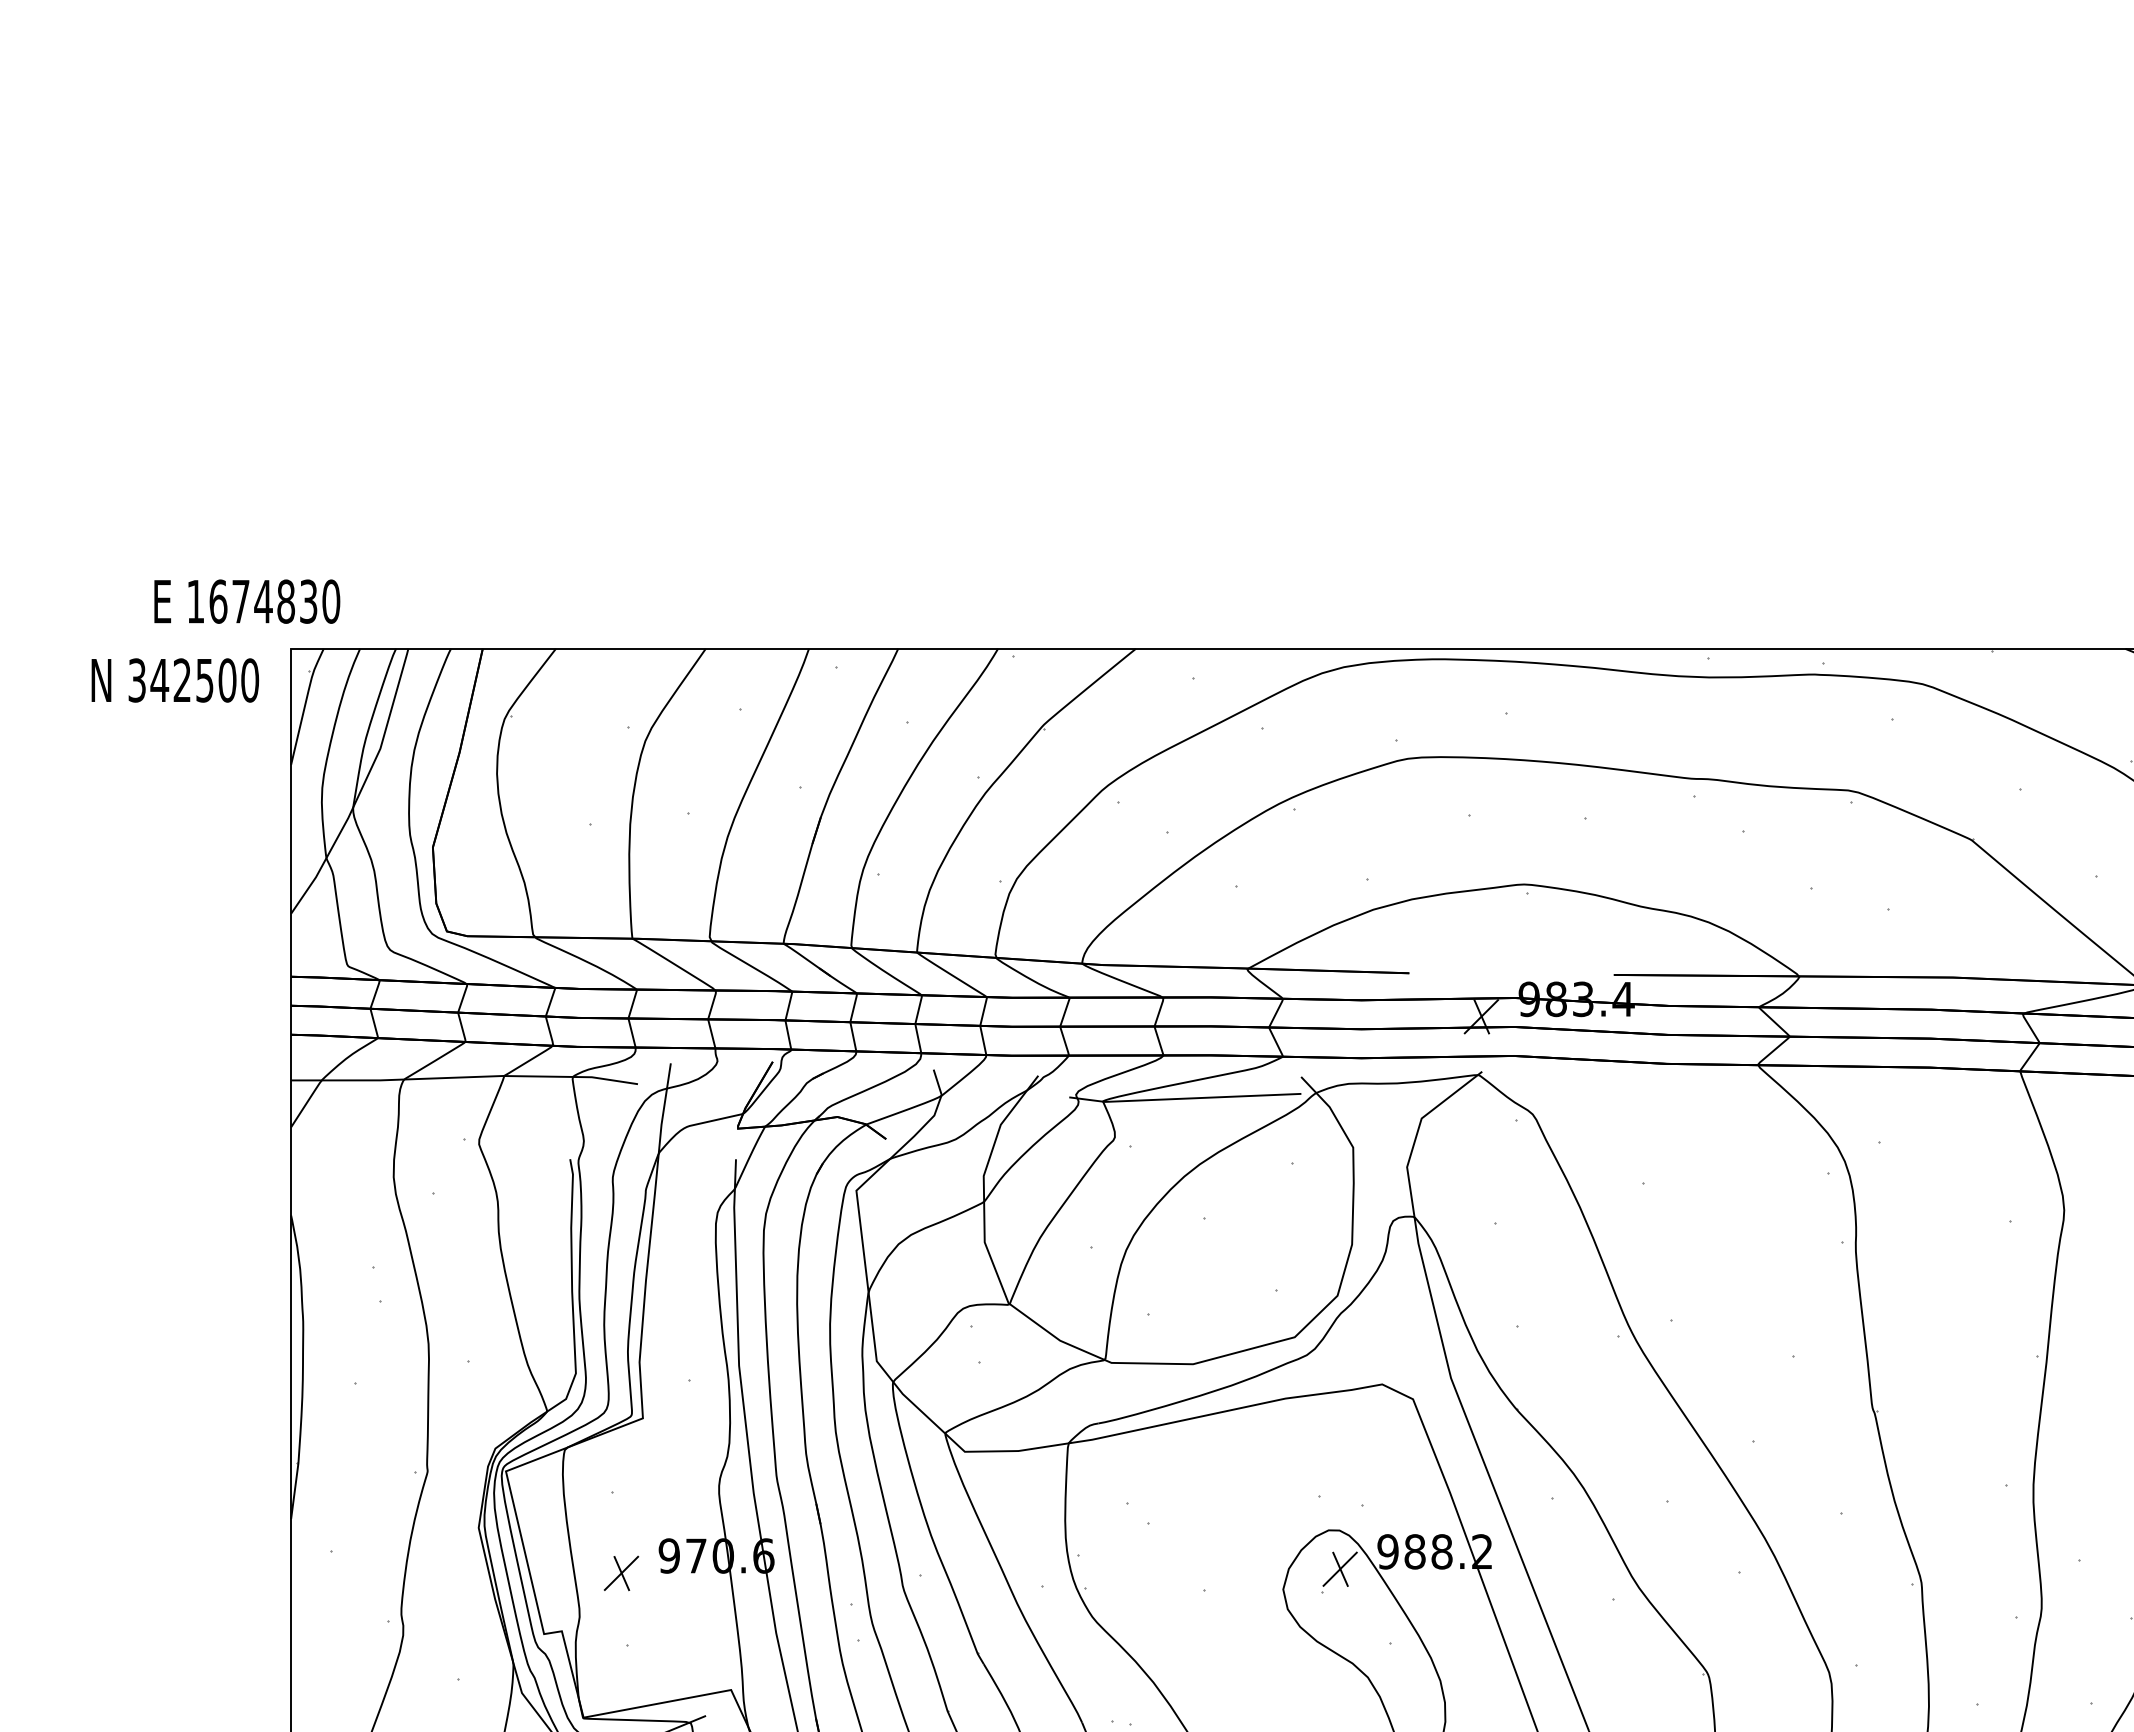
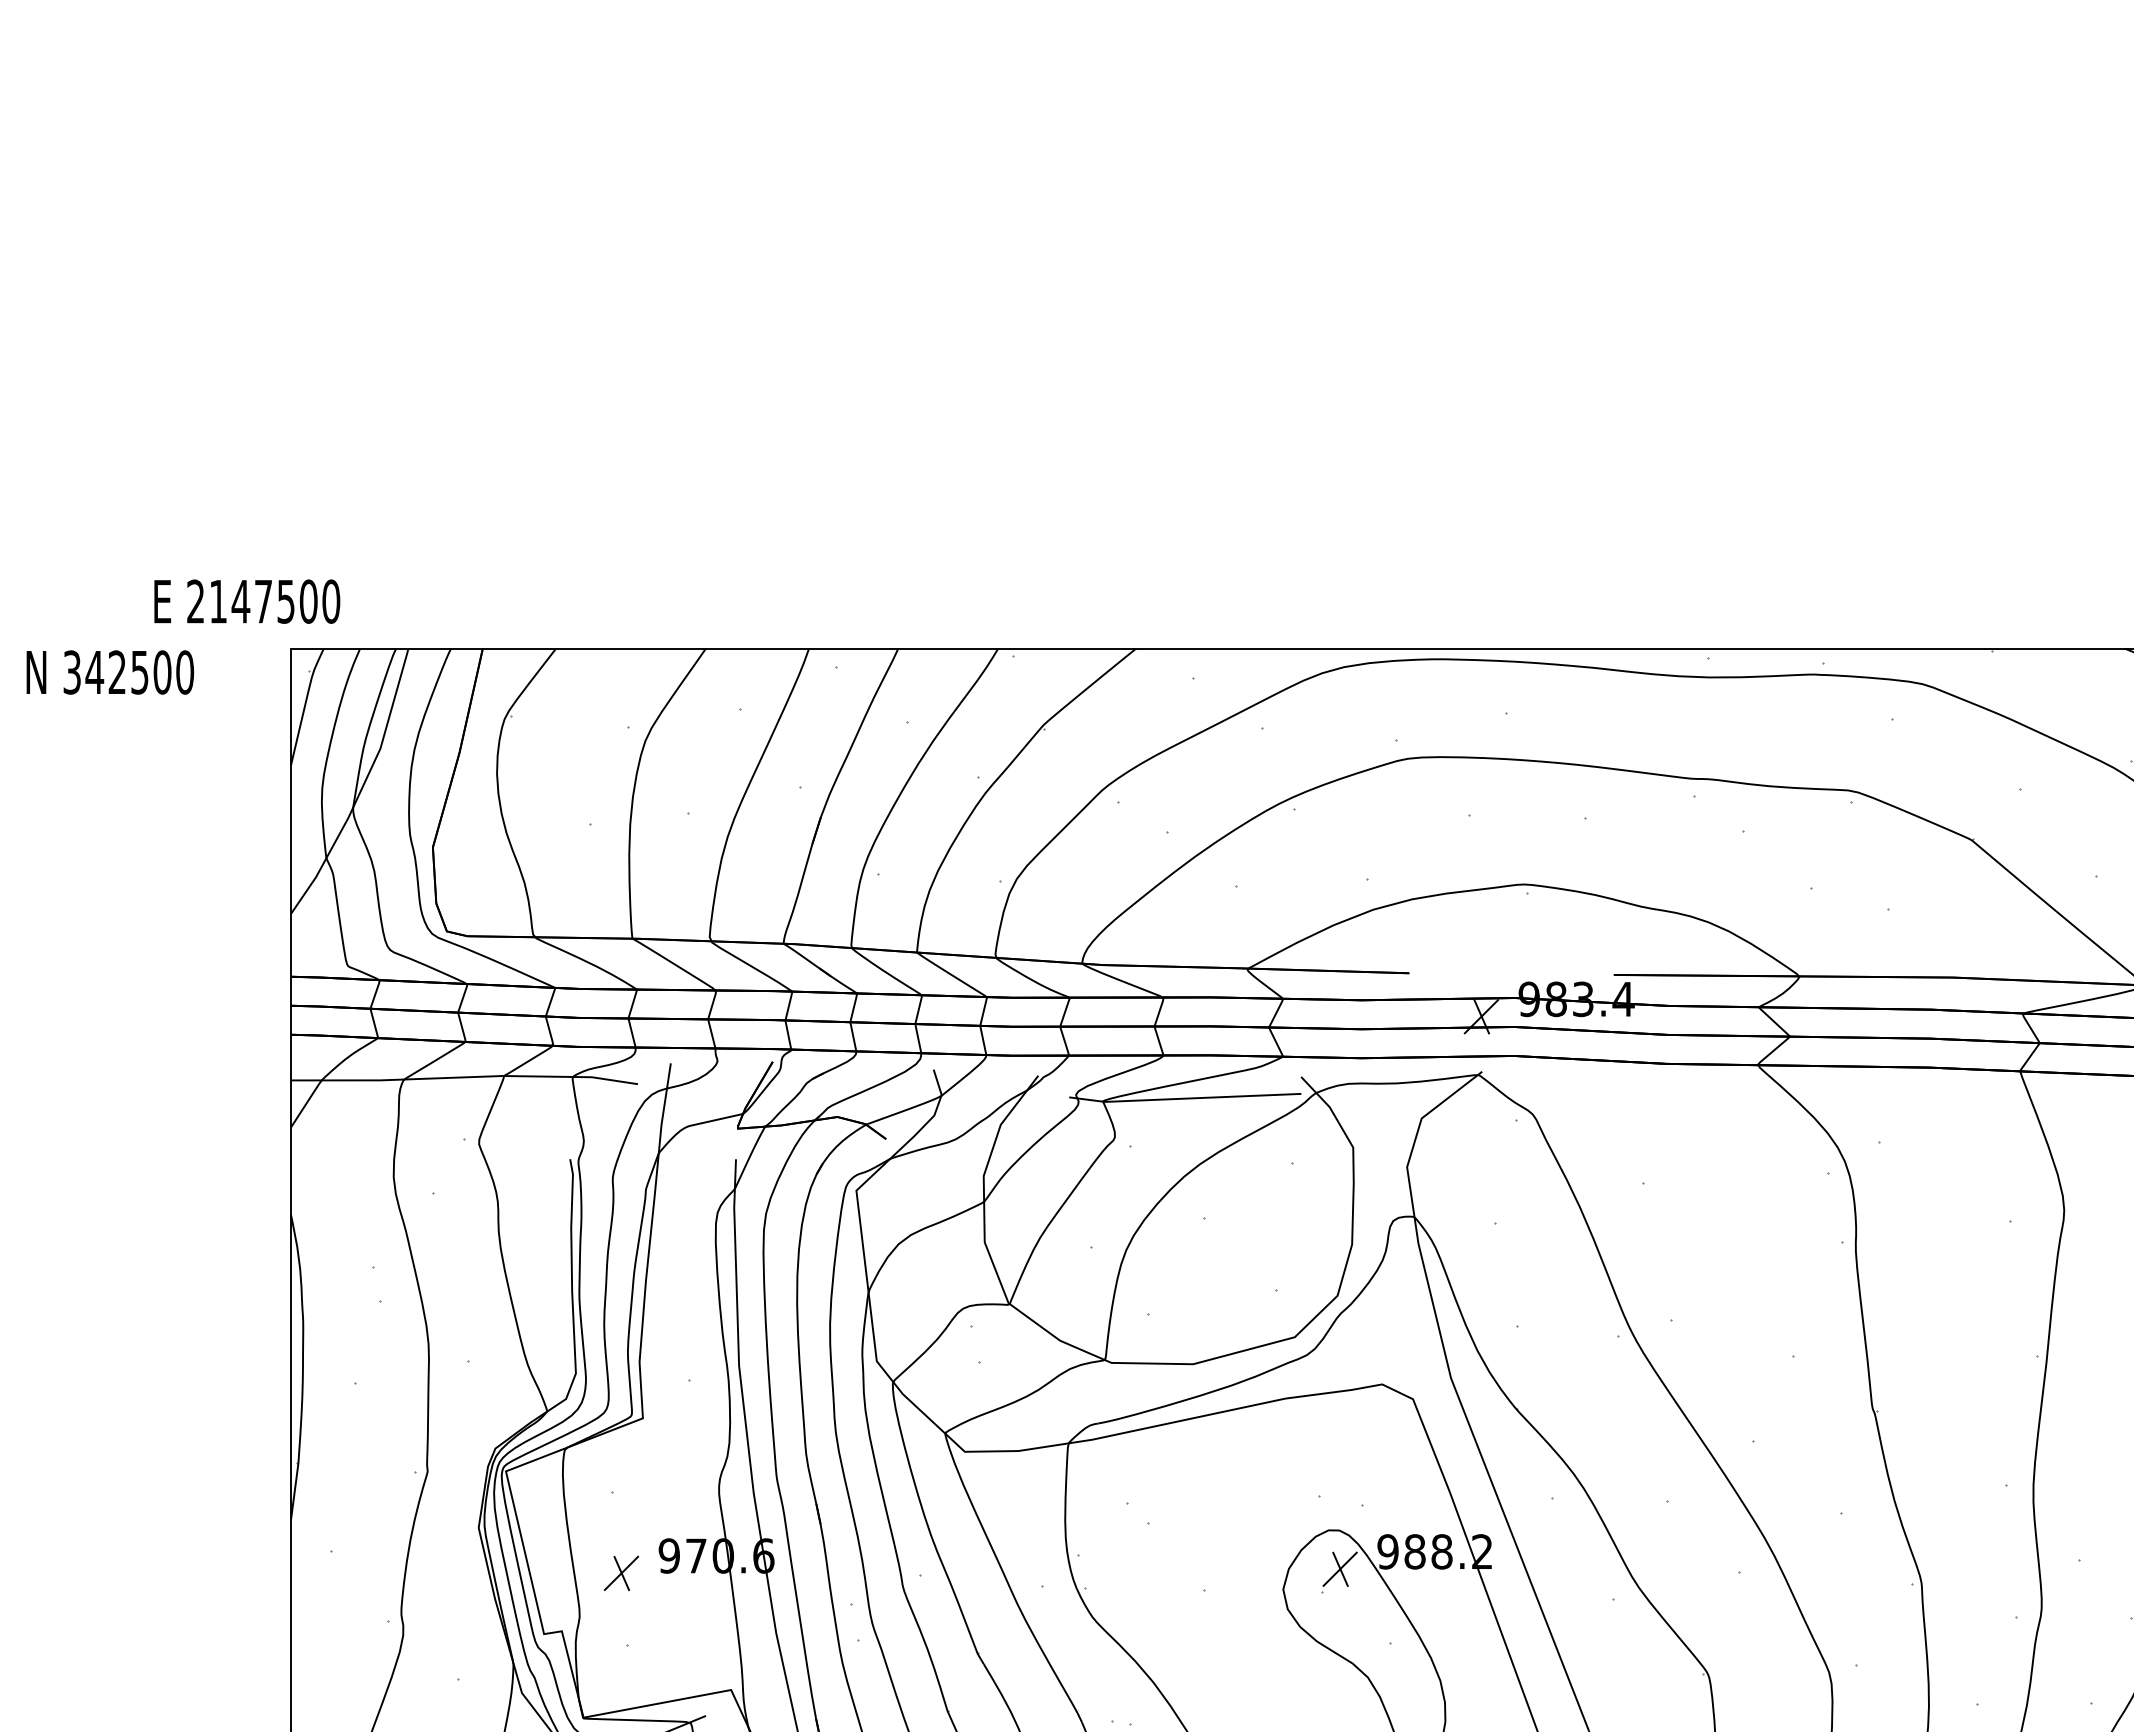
text at (252, 601): 1674830 -> 2147500
text at (175, 680) position: (175, 680) -> (110, 672)
